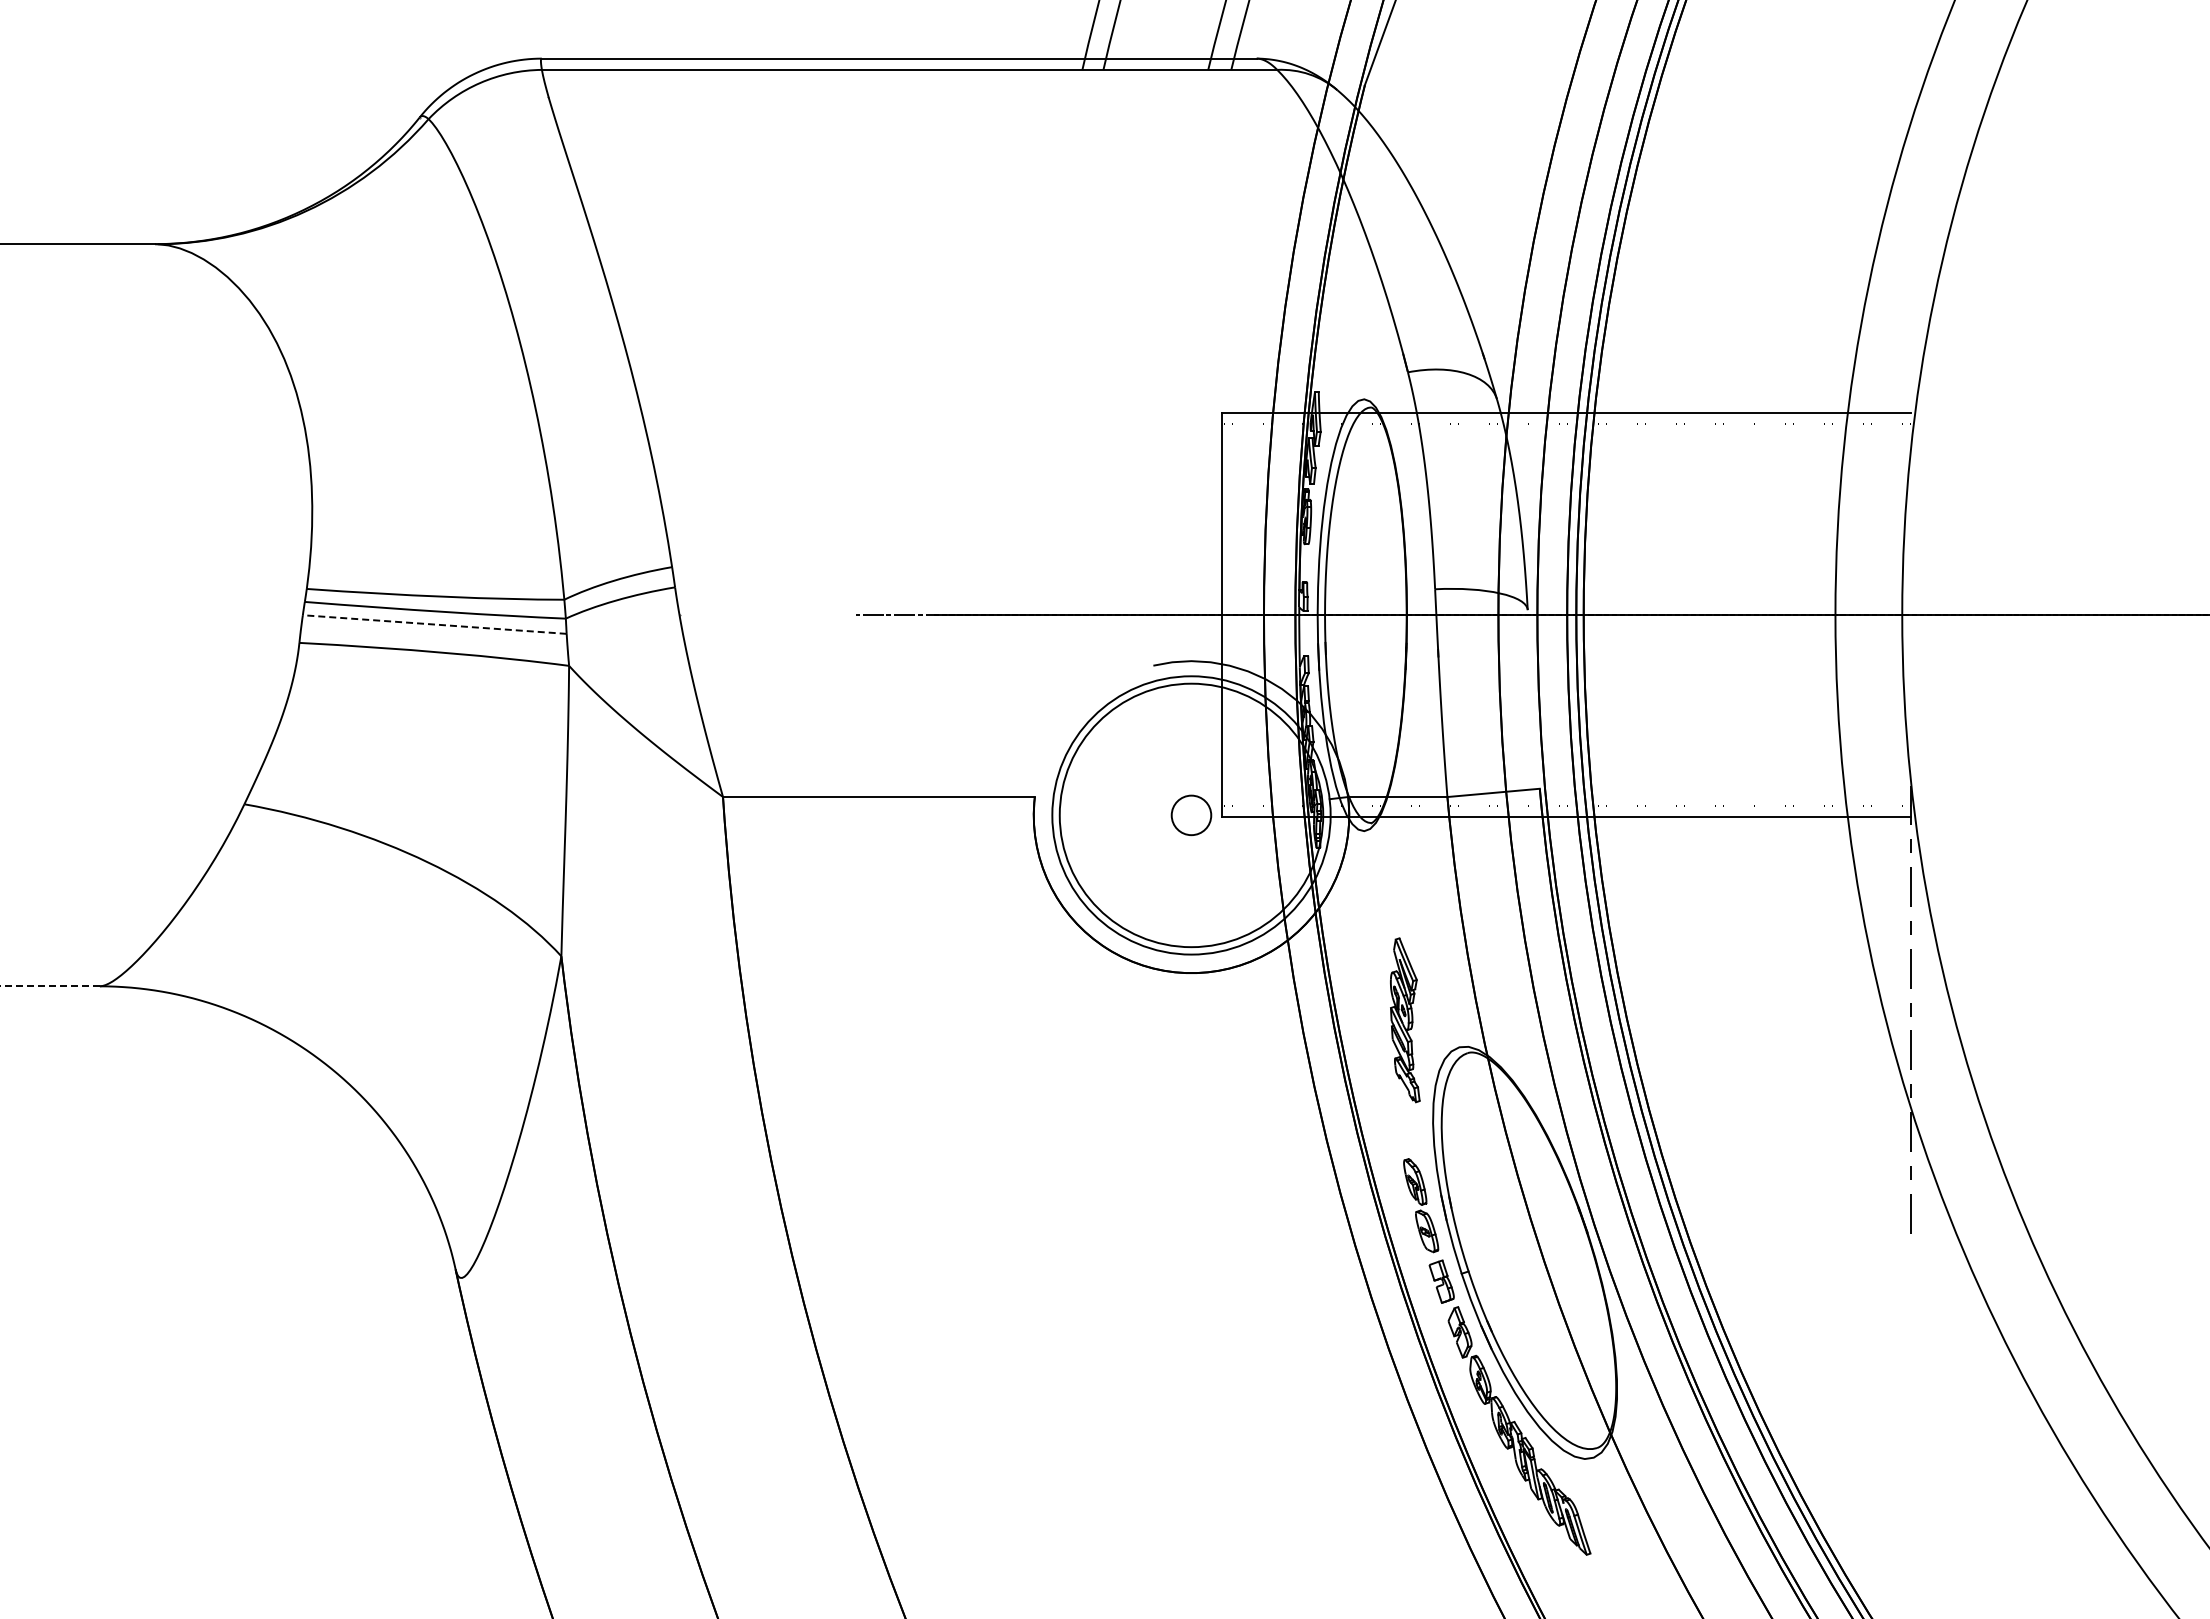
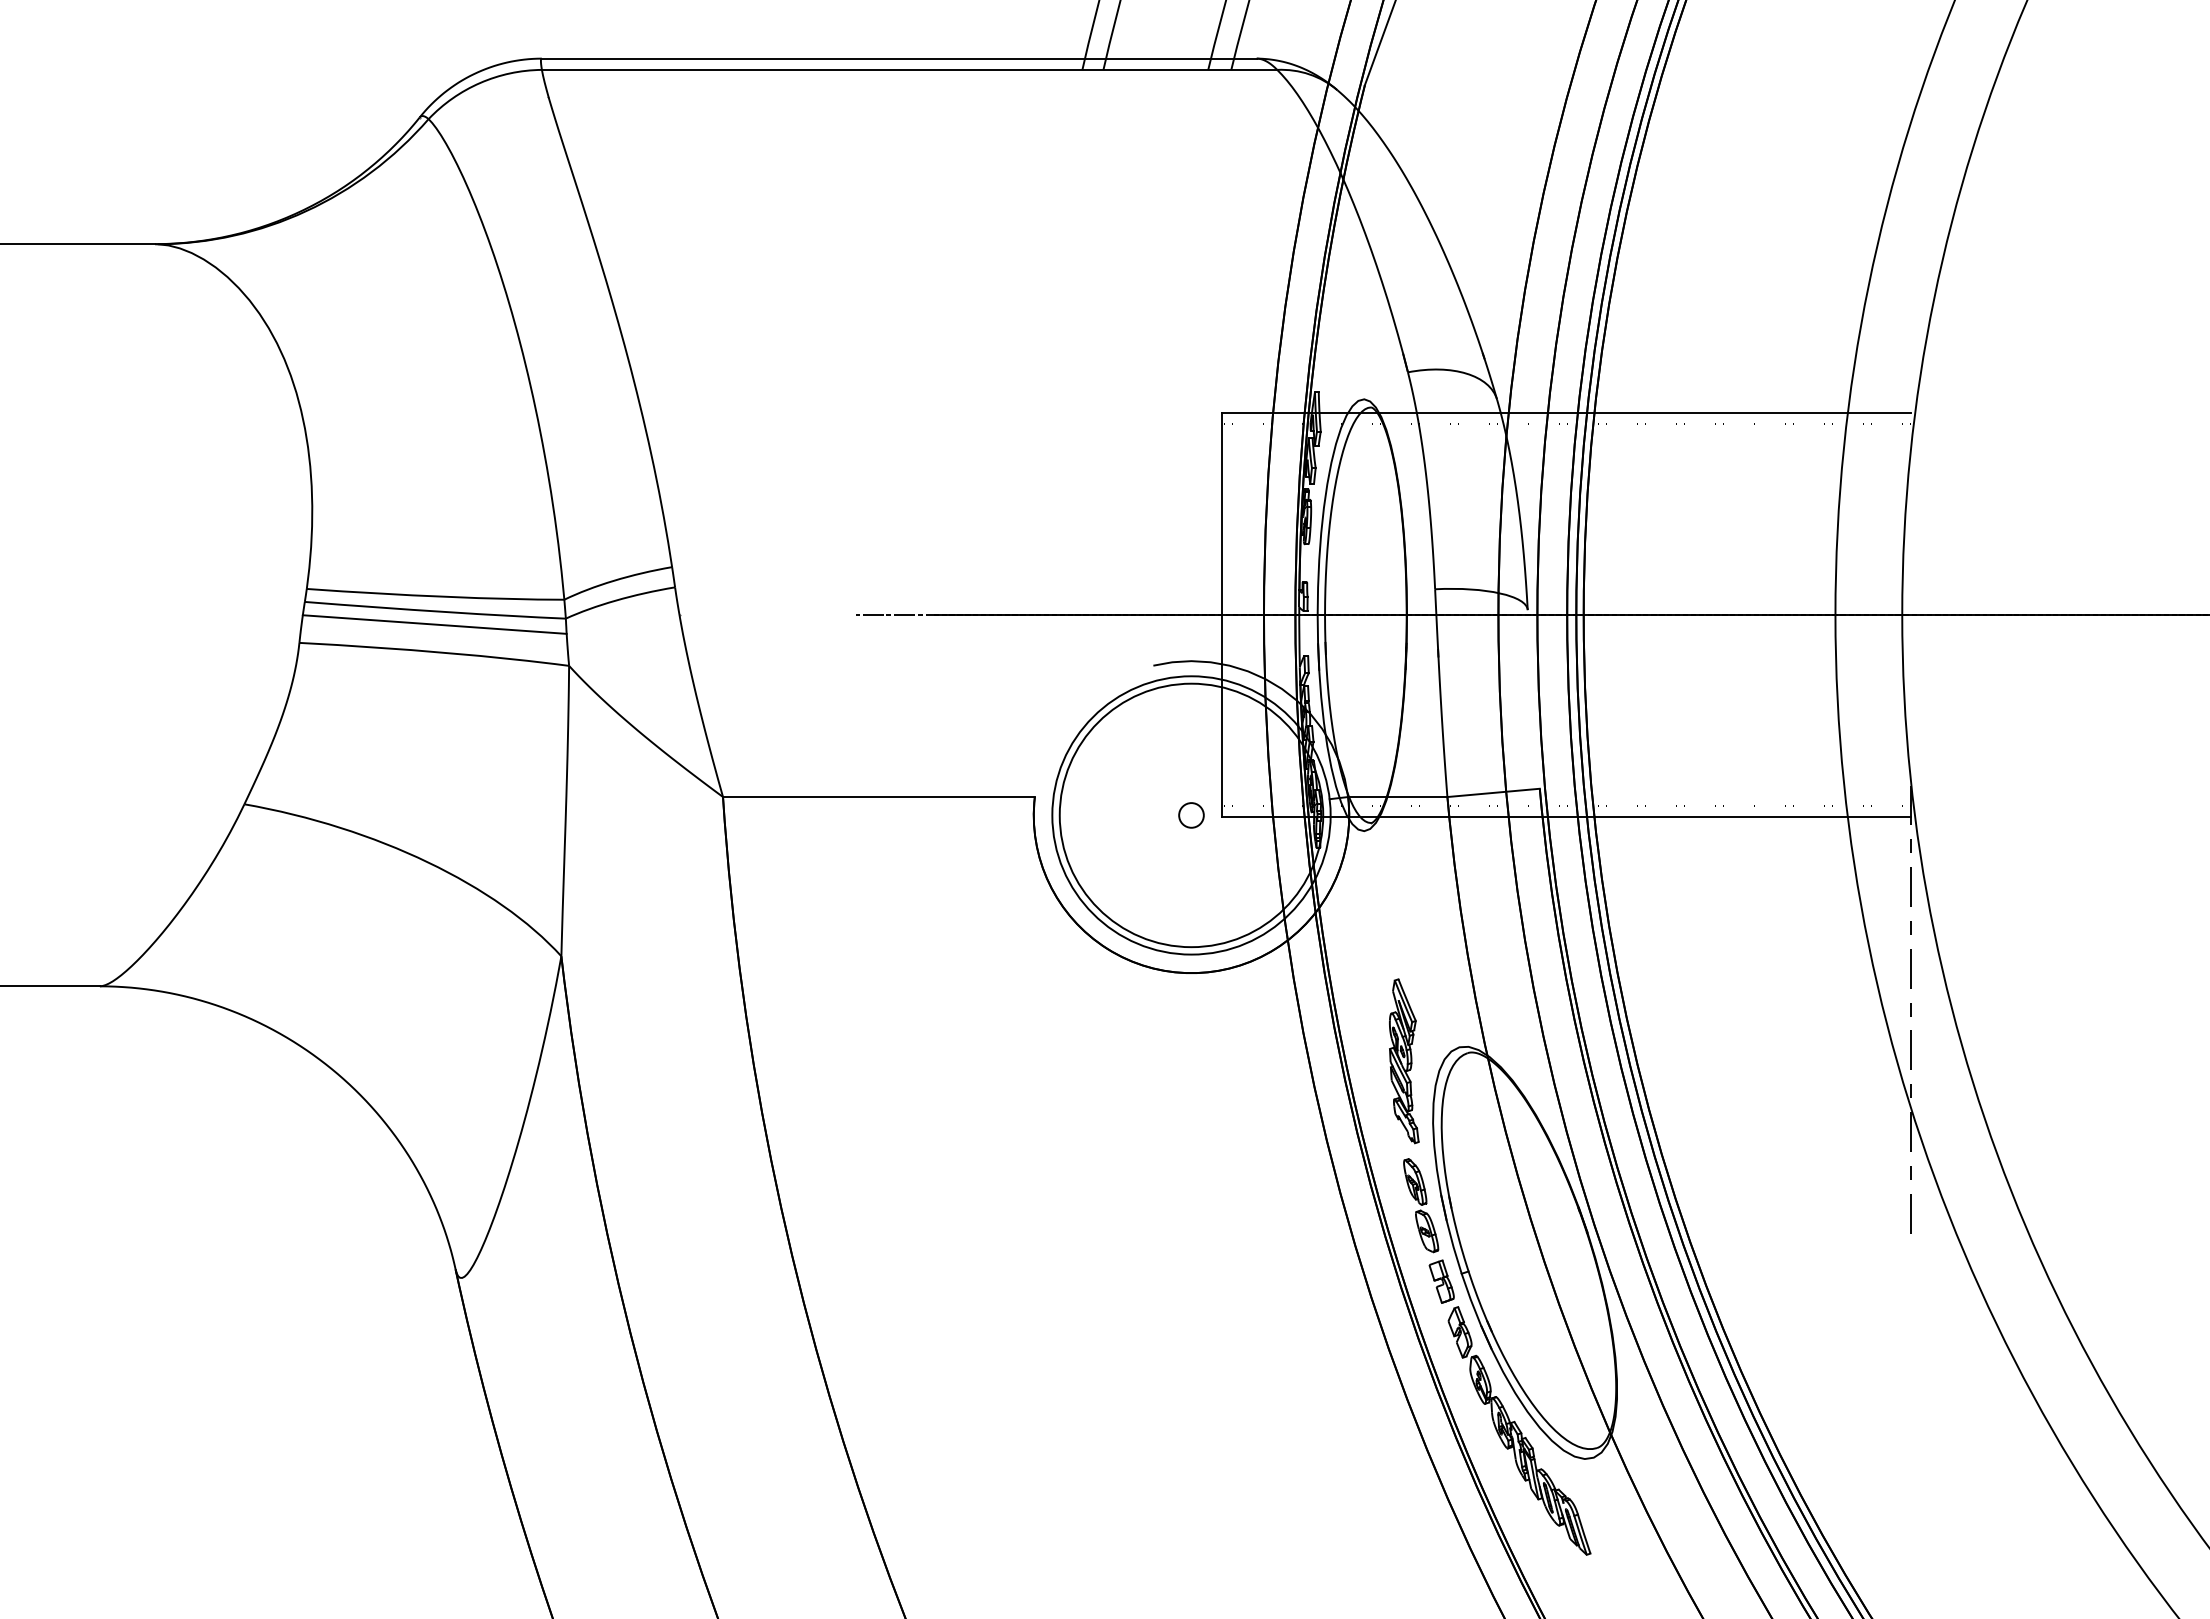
line at (434, 624): dashed -> solid
circle at (1191, 815) size: 43x43 px -> 27x27 px
line at (50, 986): dashed -> solid
part at (1405, 1020) position: (1405, 1020) -> (1404, 1061)
